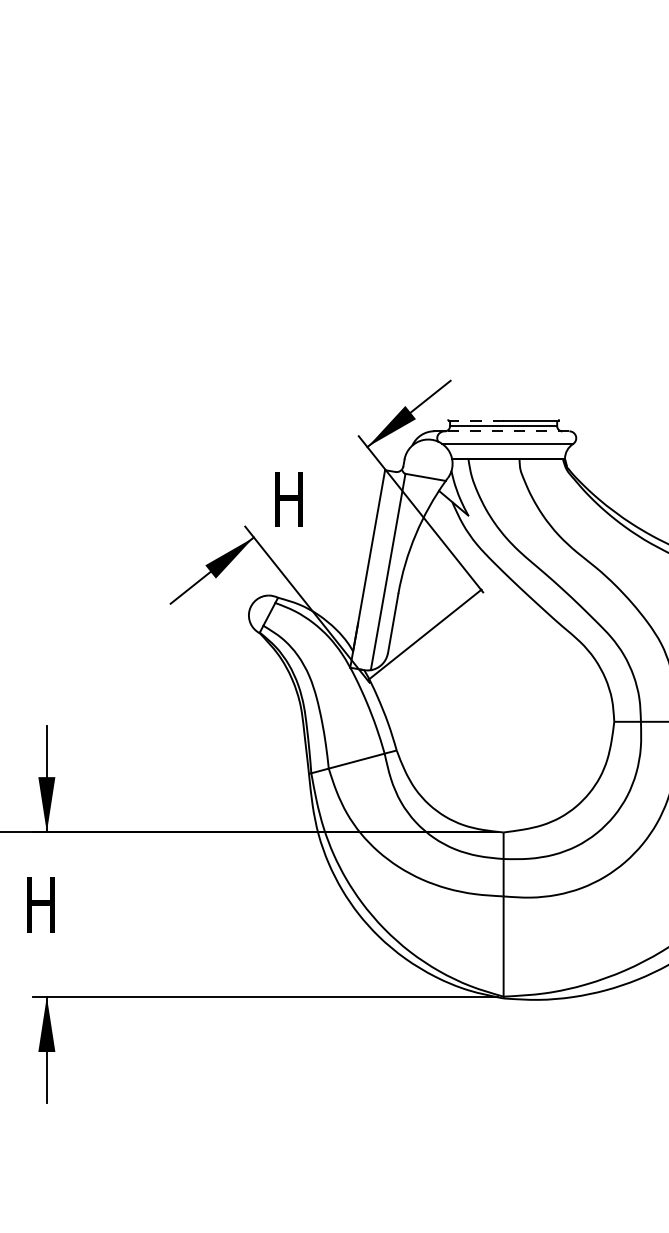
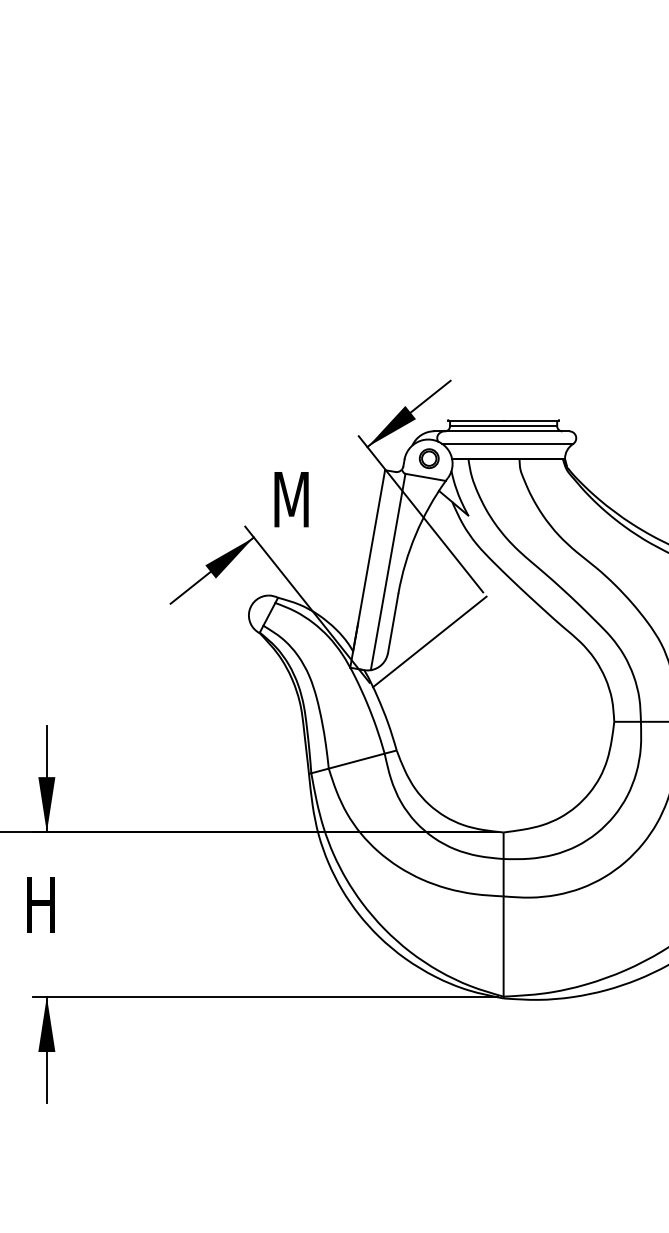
line at (475, 421): dashed -> solid
line at (506, 431): dashed -> solid
part at (428, 458): none -> present
text at (291, 499): H -> M
line at (424, 634) position: (424, 634) -> (429, 641)
